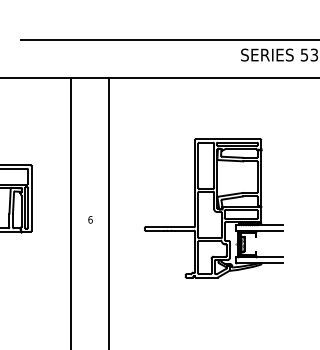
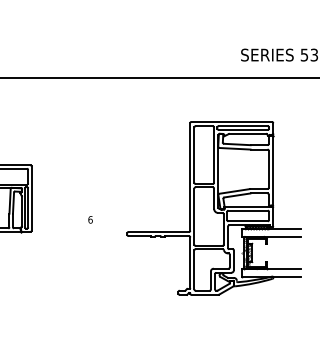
line at (168, 40): present -> none
part at (213, 208) size: 140x141 px -> 176x175 px
line at (71, 212): present -> none
line at (109, 212): present -> none
